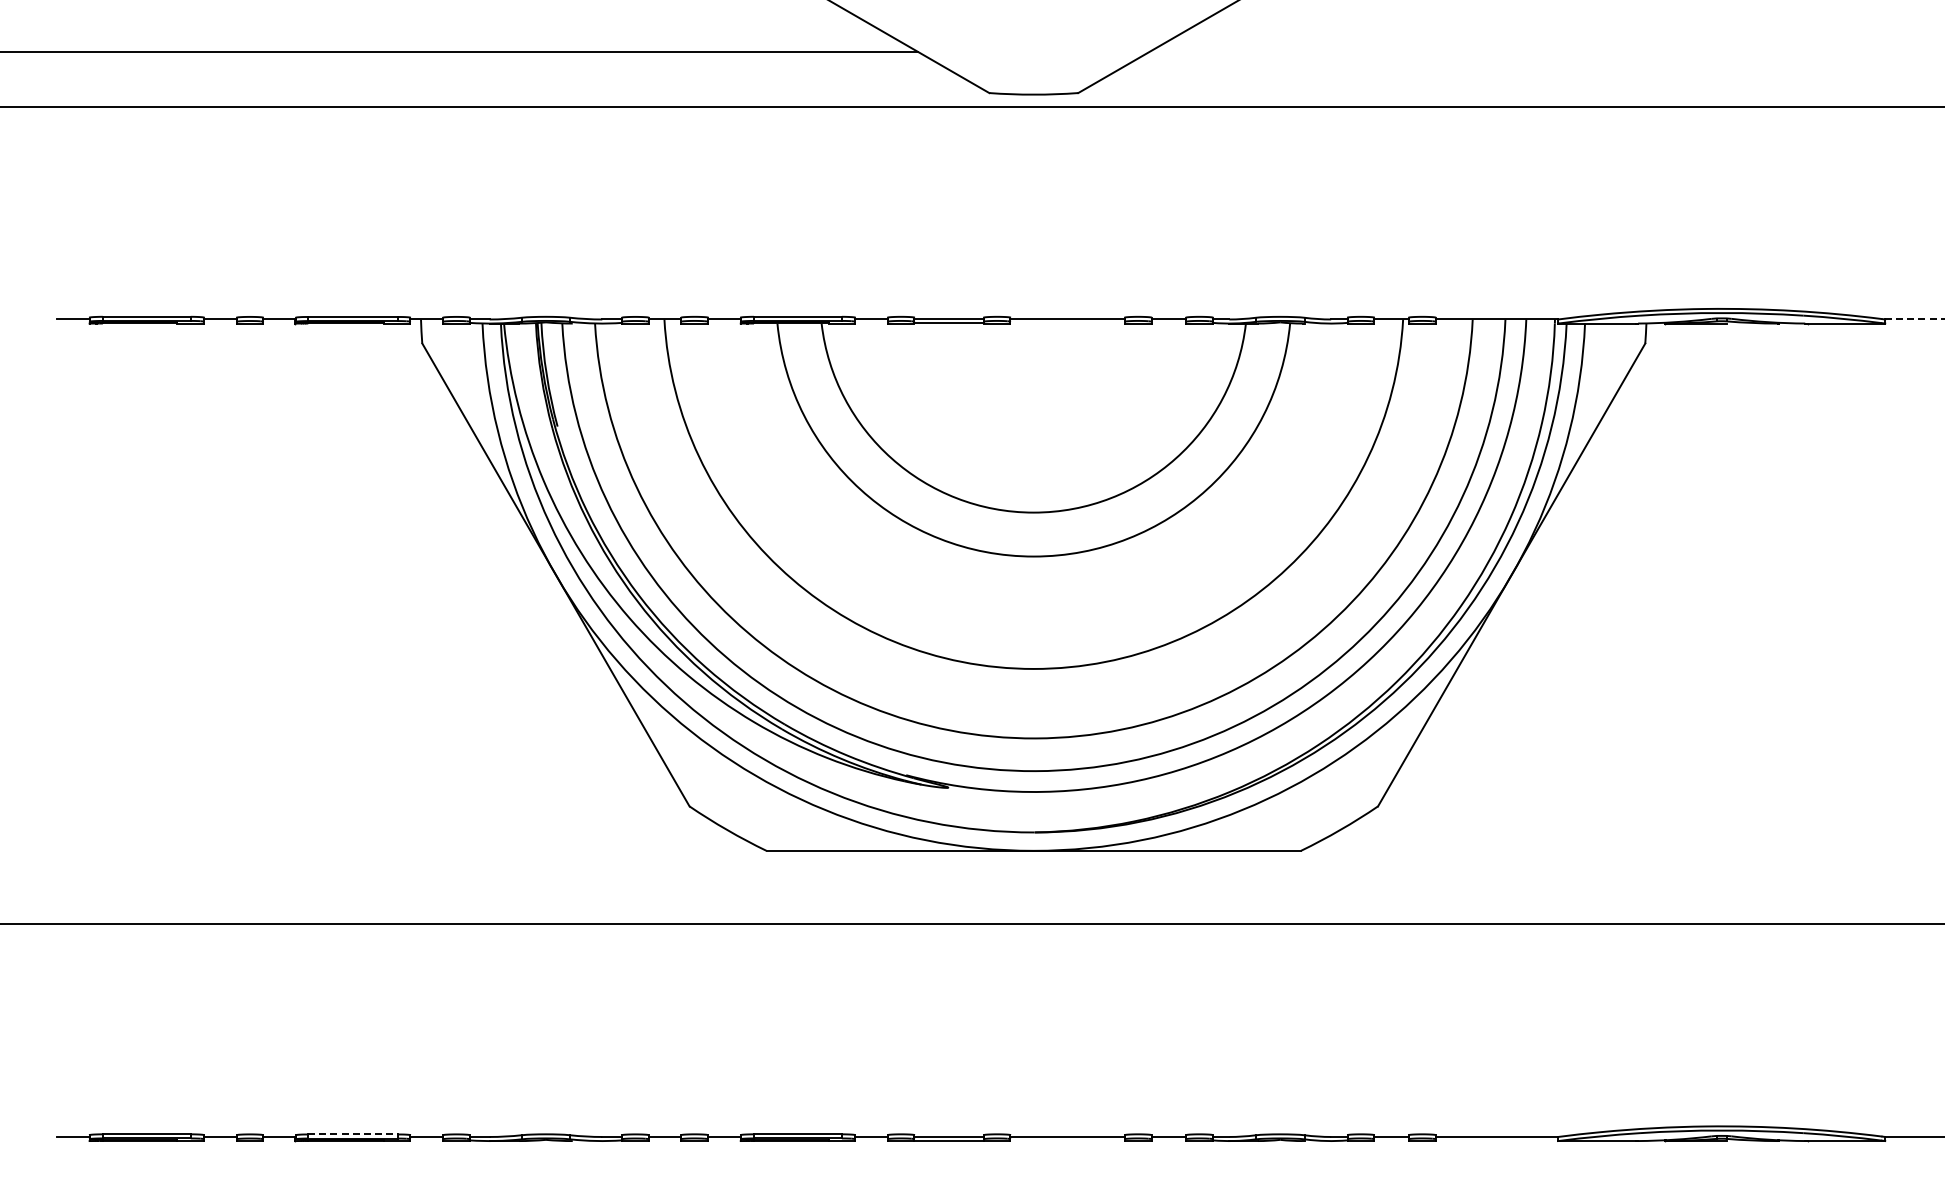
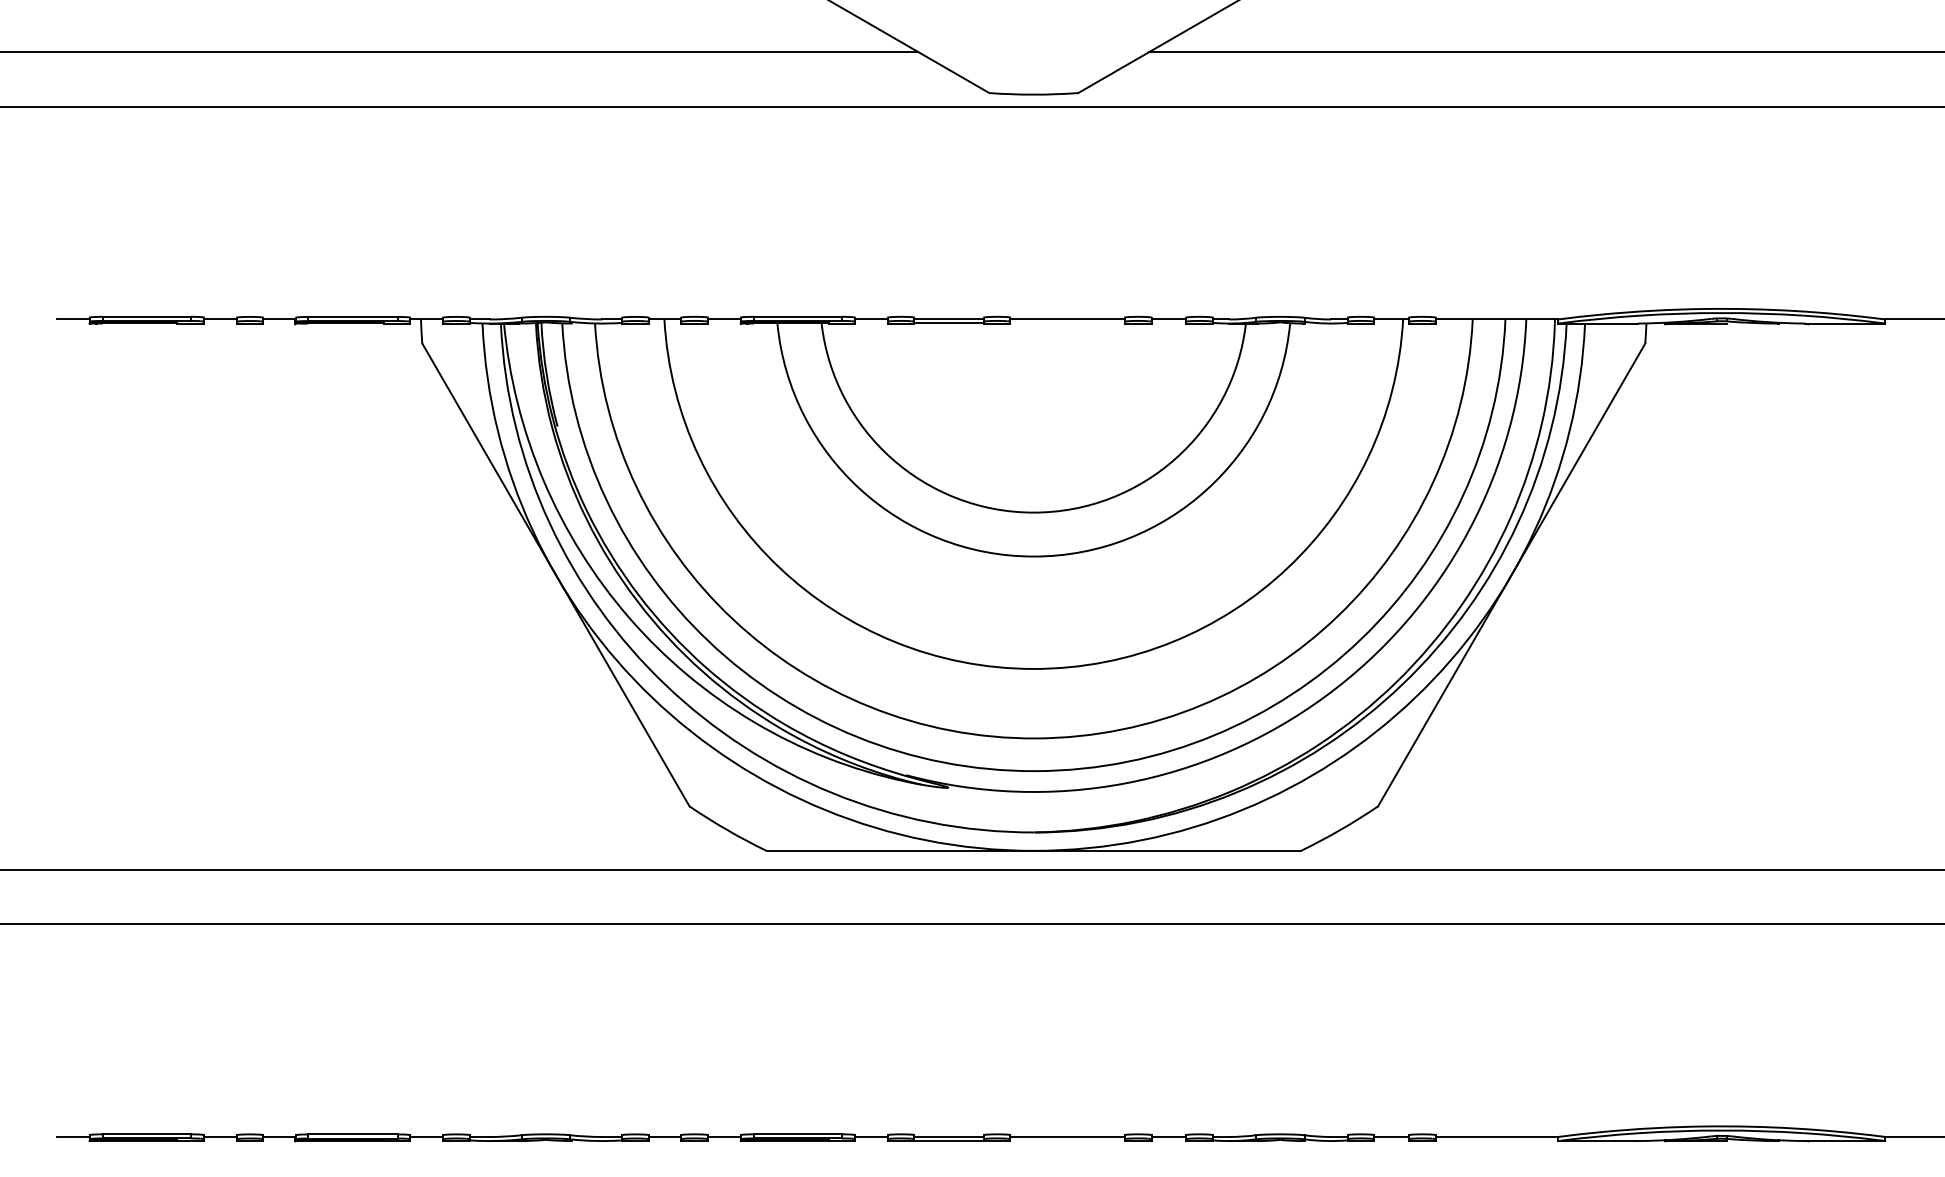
line at (1545, 52): none -> present
line at (1915, 319): dashed -> solid
line at (971, 869): none -> present
line at (353, 1134): dashed -> solid
